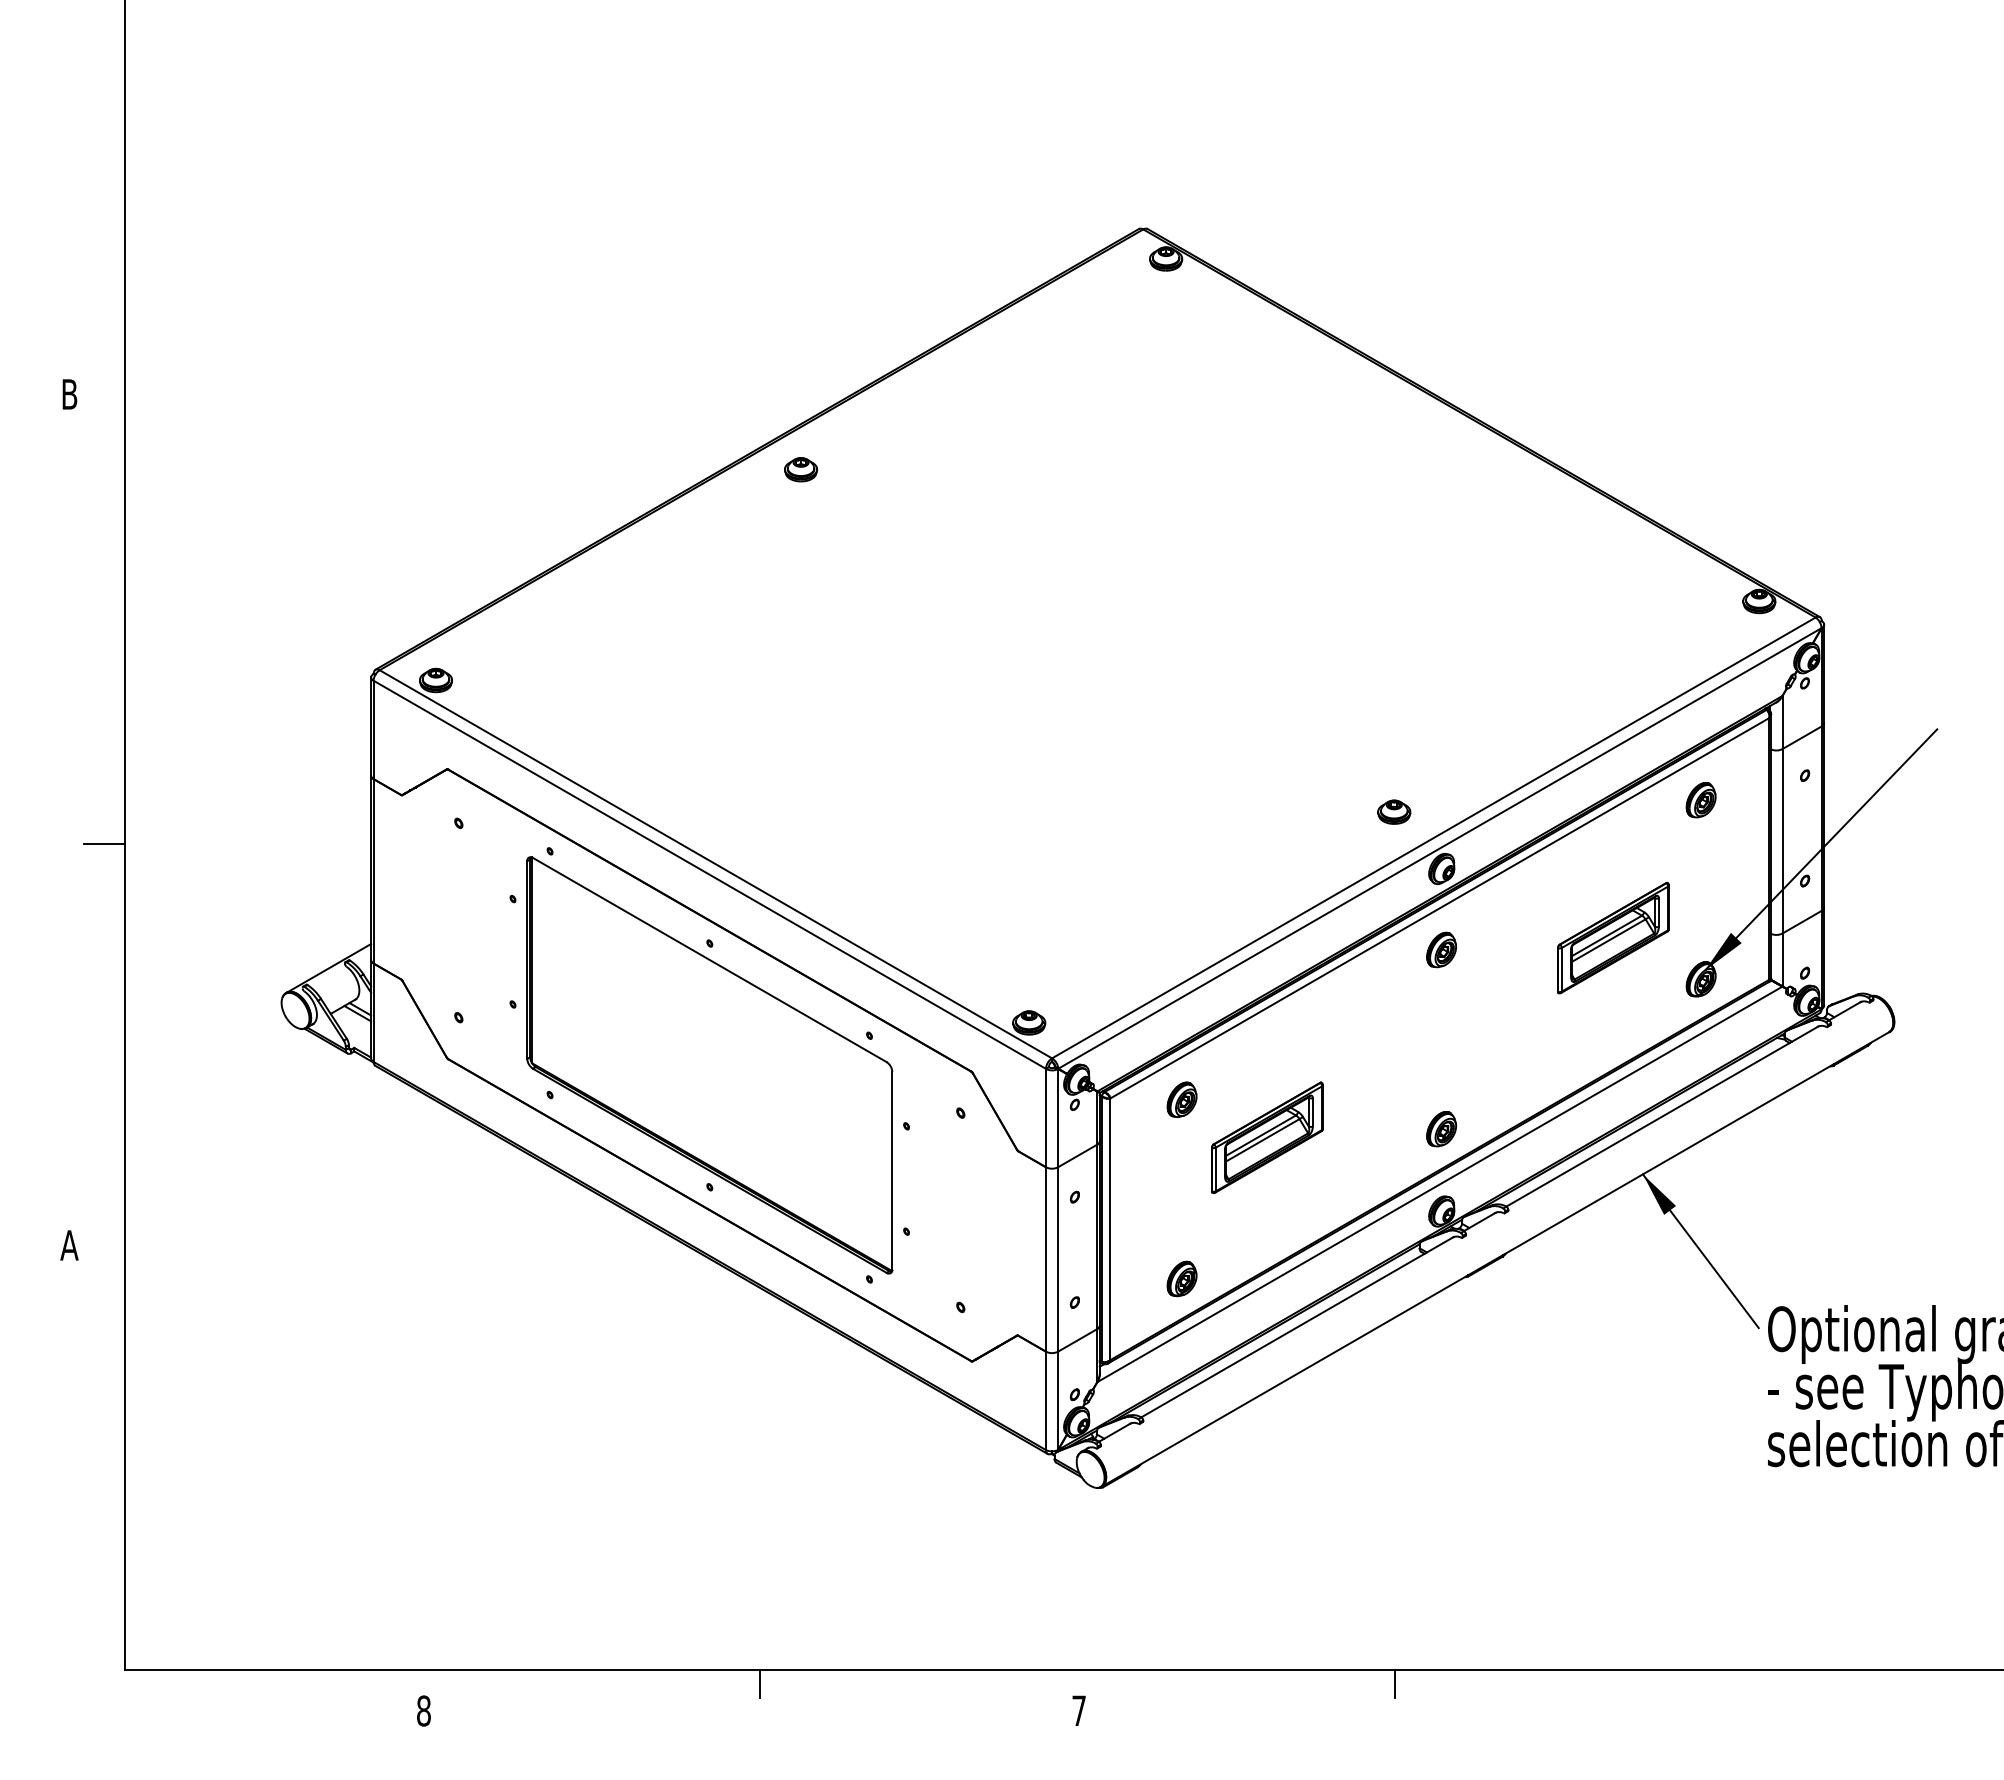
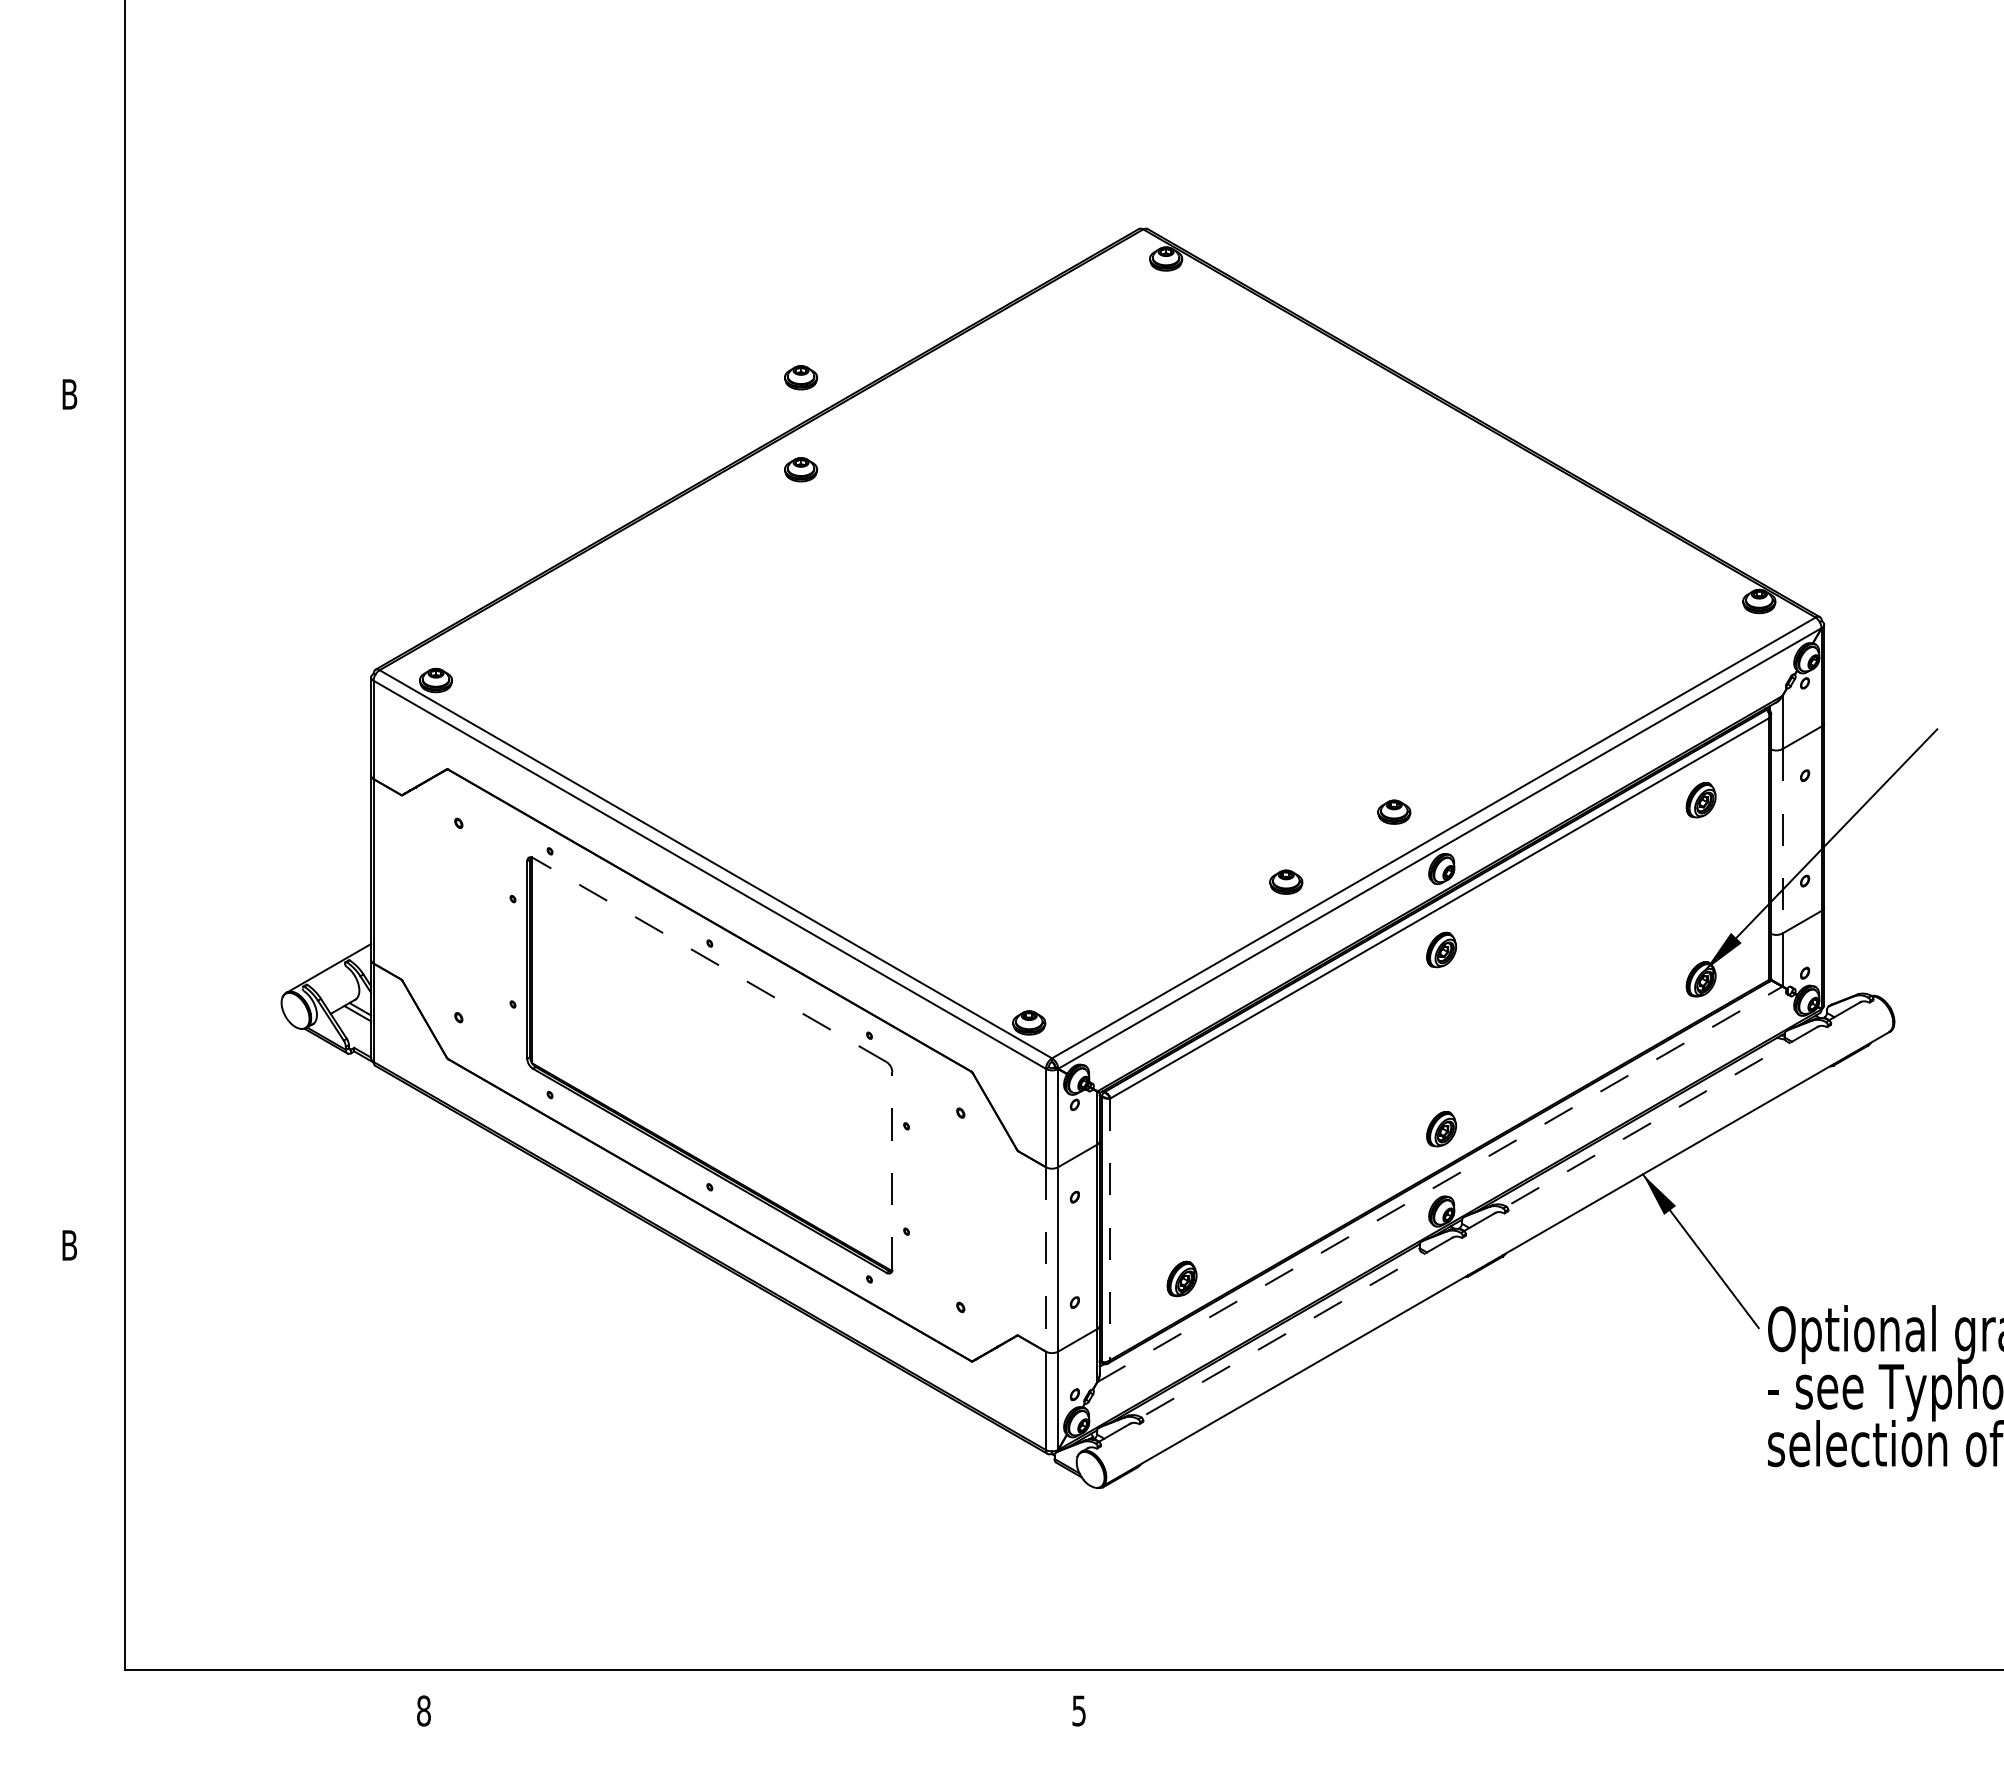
part at (801, 377): none -> present
line at (1782, 841): solid -> dashed
line at (104, 843): present -> none
part at (1286, 881): none -> present
part at (1613, 937): present -> none
line at (709, 959): solid -> dashed
part at (1181, 1099): present -> none
line at (1662, 1116): solid -> dashed
part at (1267, 1137): present -> none
line at (892, 1170): solid -> dashed
line at (1440, 1184): solid -> dashed
line at (1110, 1229): solid -> dashed
text at (69, 1245): A -> B
line at (1045, 1259): solid -> dashed
line at (1297, 1327): solid -> dashed
line at (759, 1683): present -> none
line at (1394, 1683): present -> none
text at (1078, 1710): 7 -> 5
